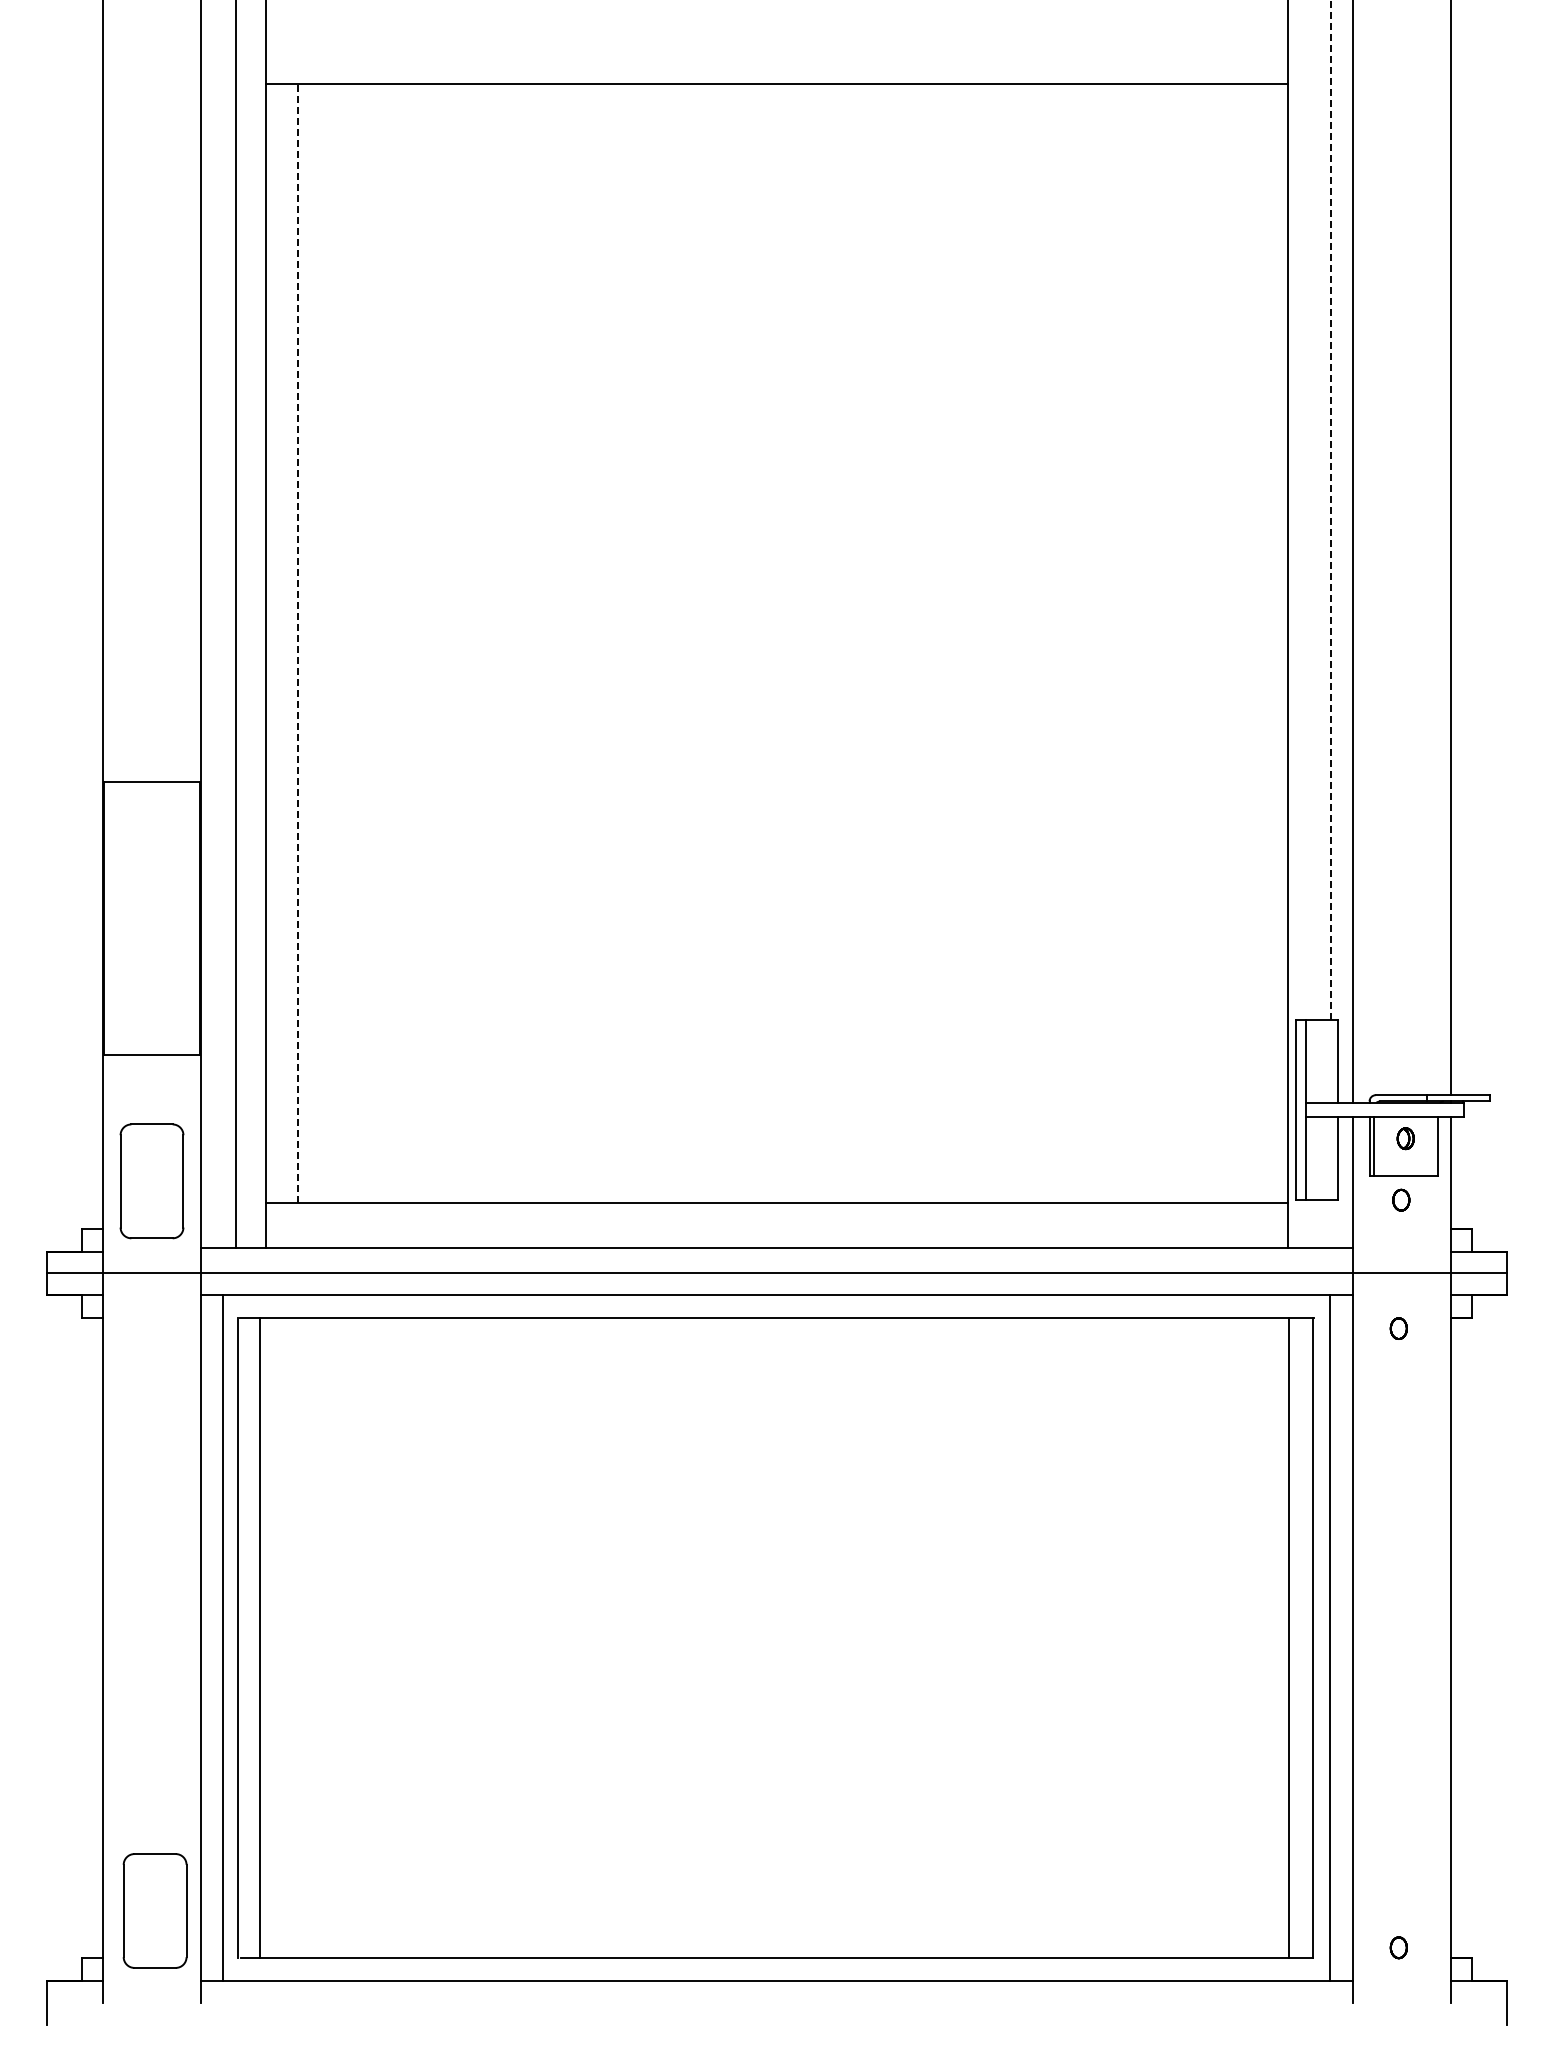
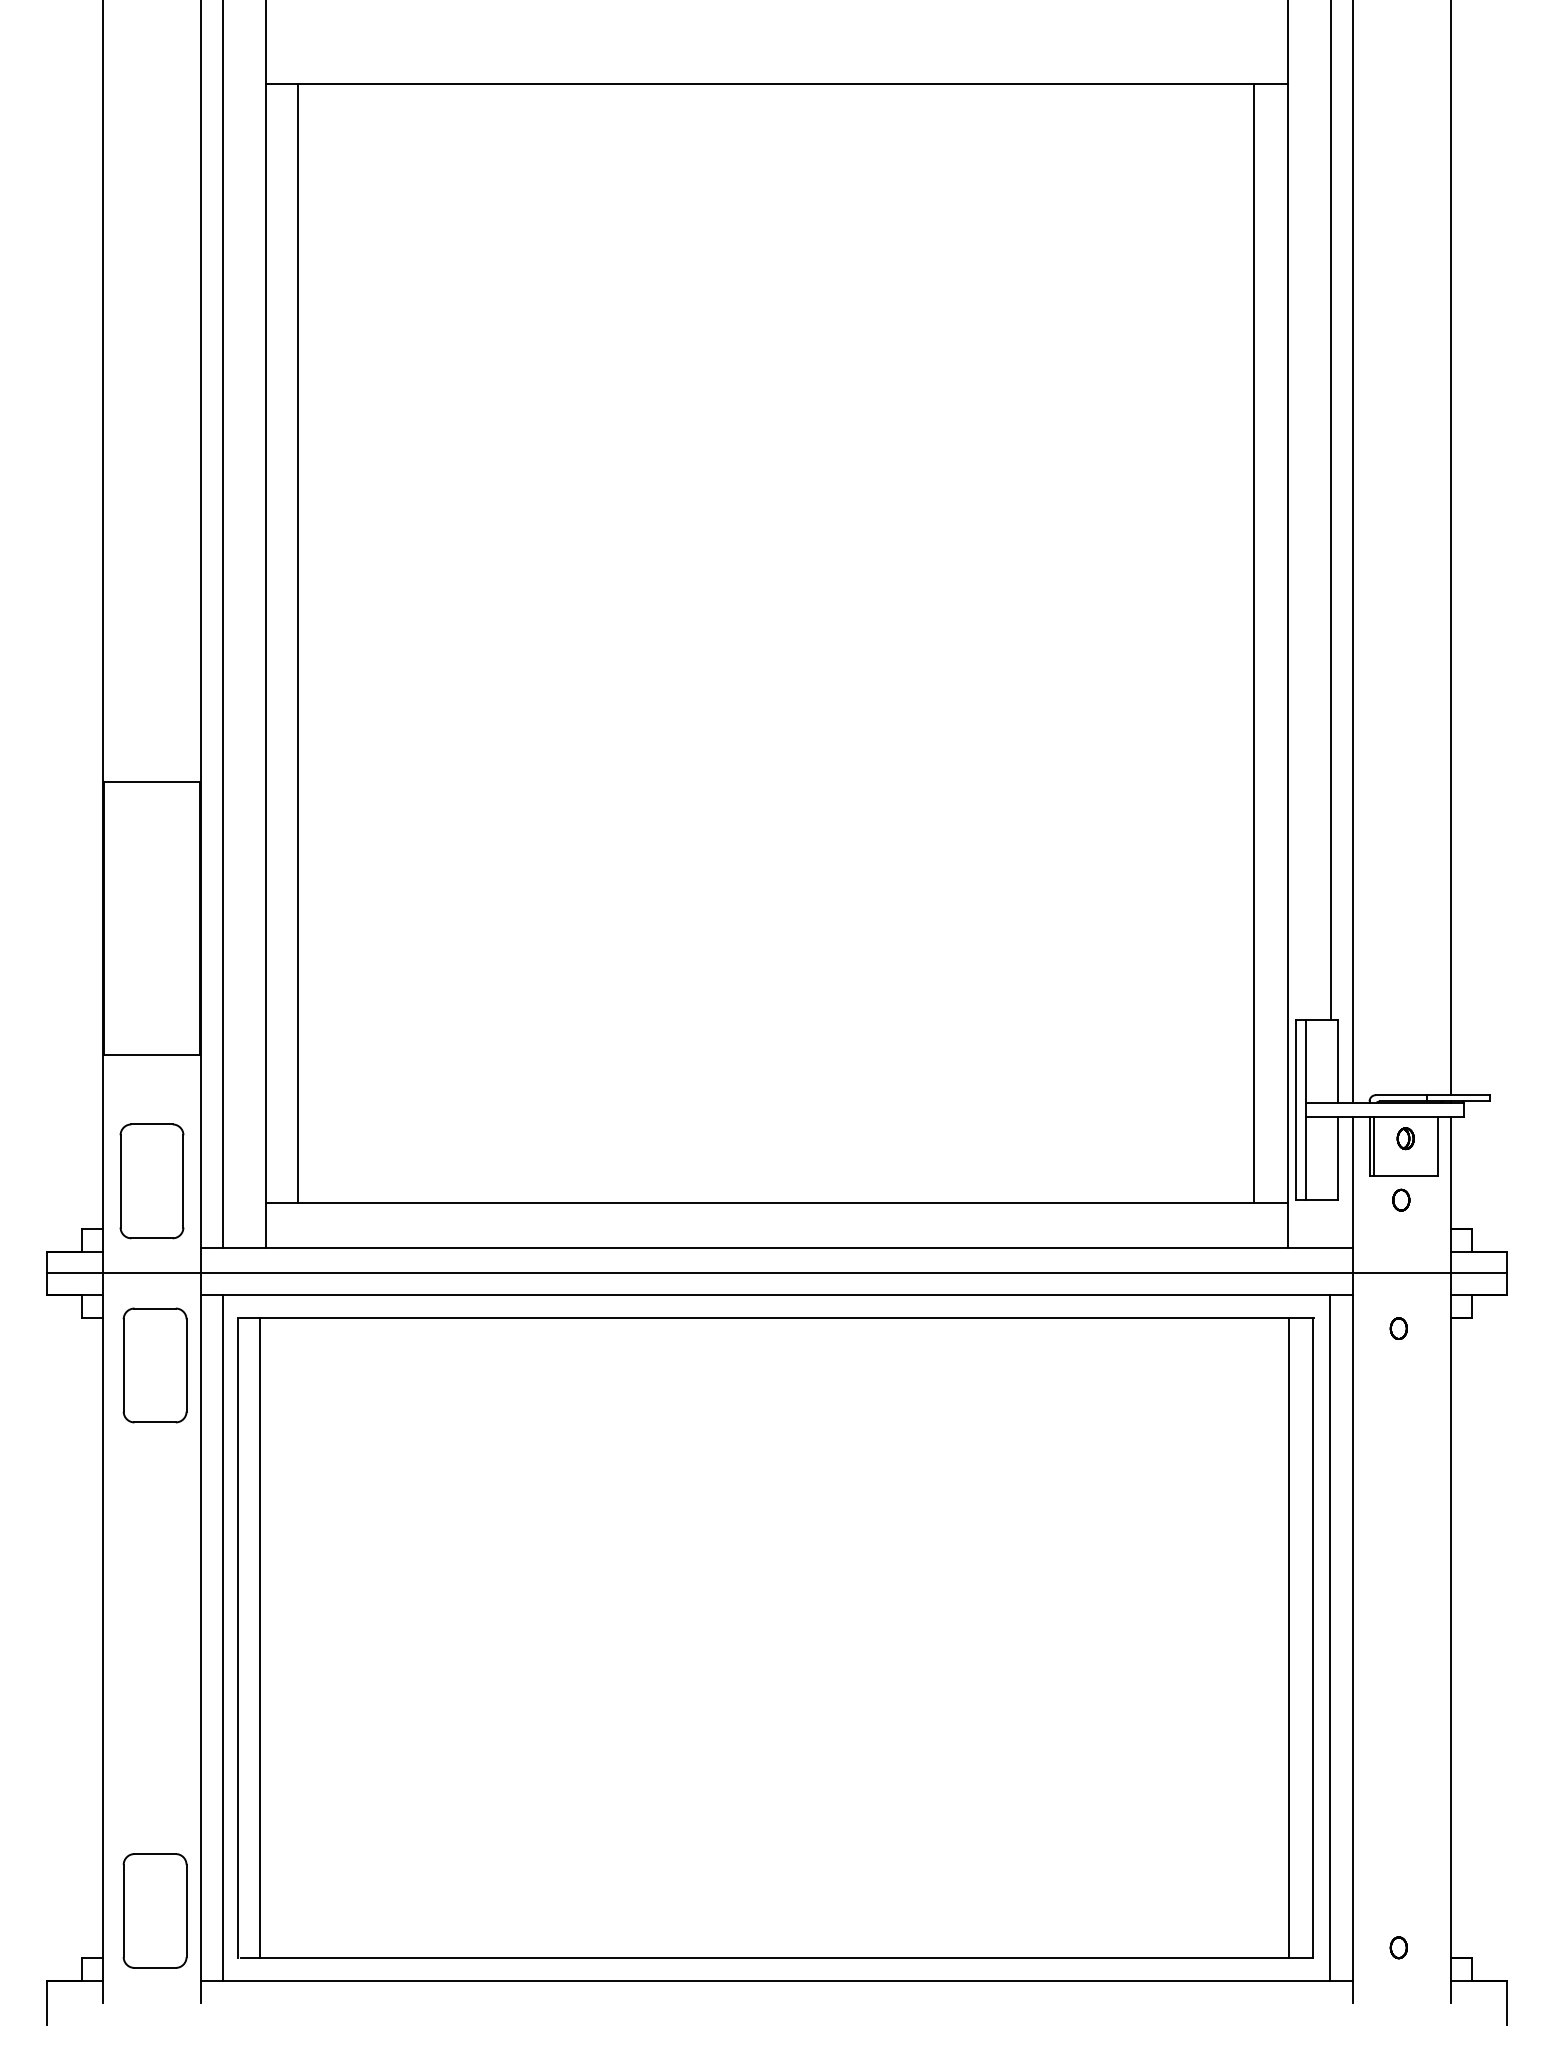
line at (1331, 510): dashed -> solid
line at (235, 625) position: (235, 625) -> (222, 625)
line at (297, 643): dashed -> solid
line at (1253, 643): none -> present
part at (154, 1365): none -> present
